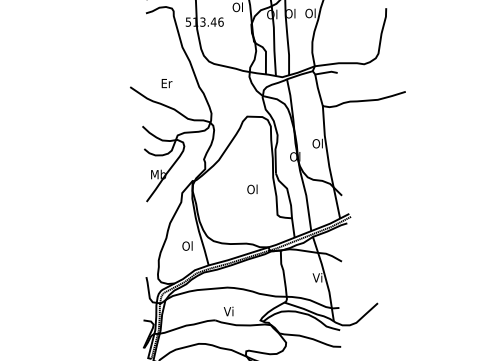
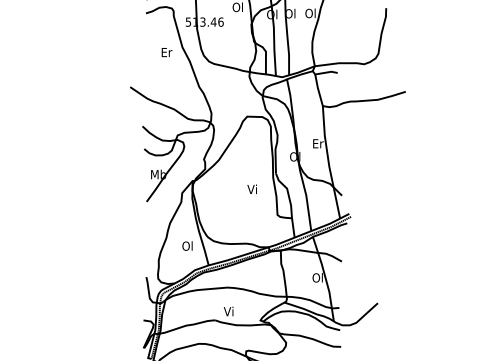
text at (166, 83) position: (166, 83) -> (166, 52)
text at (317, 143): Ol -> Er
text at (252, 189): Ol -> Vi
text at (317, 277): Vi -> Ol
